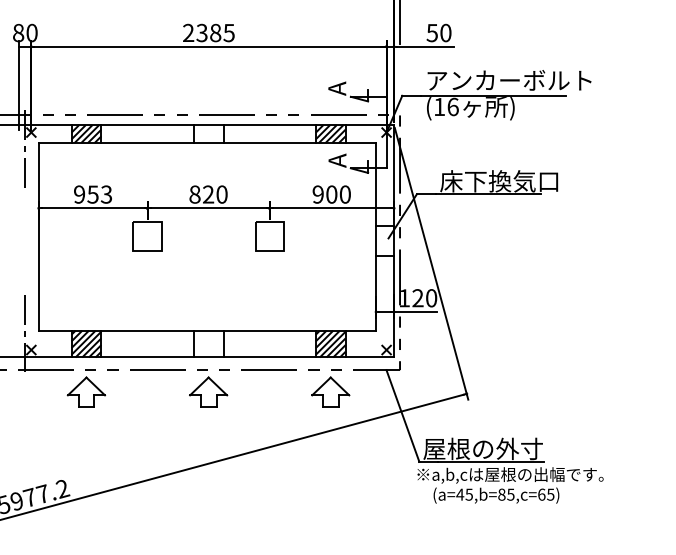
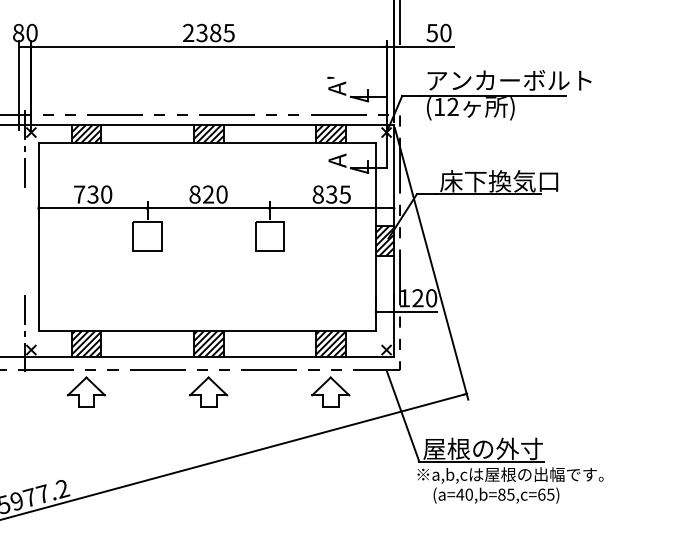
text at (330, 77): A -> A'
text at (452, 106): (16 -> (12
hatch at (208, 133): none -> present
text at (93, 194): 953 -> 730
text at (331, 194): 900 -> 835
hatch at (385, 241): none -> present
hatch at (208, 343): none -> present
text at (468, 494): (a=45,b=85,c=65) -> (a=40,b=85,c=65)
